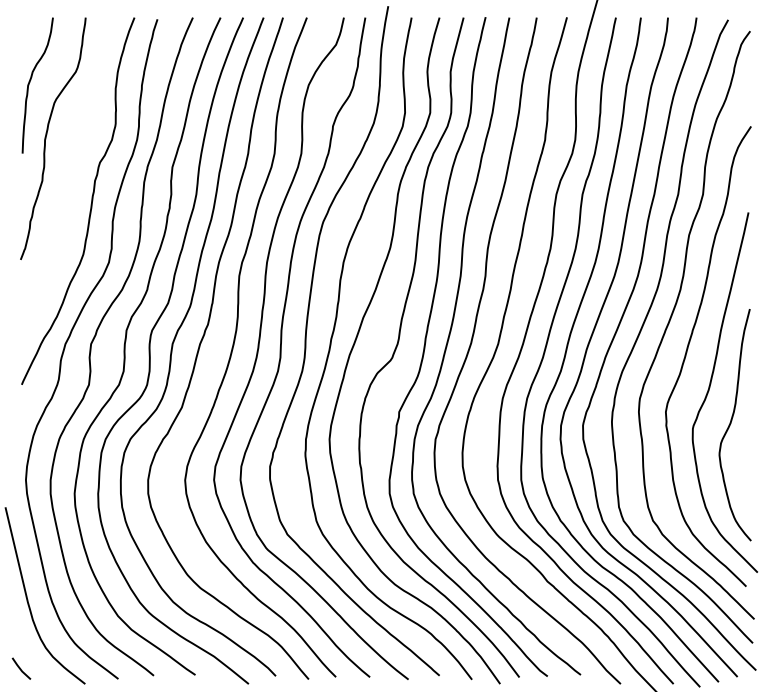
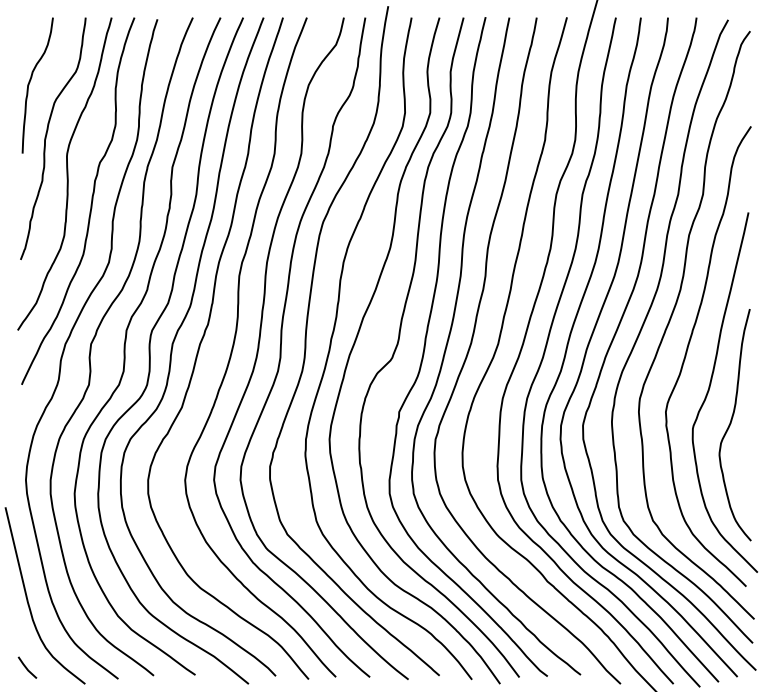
curve at (66, 173): none -> present
line at (21, 668) position: (21, 668) -> (27, 667)
